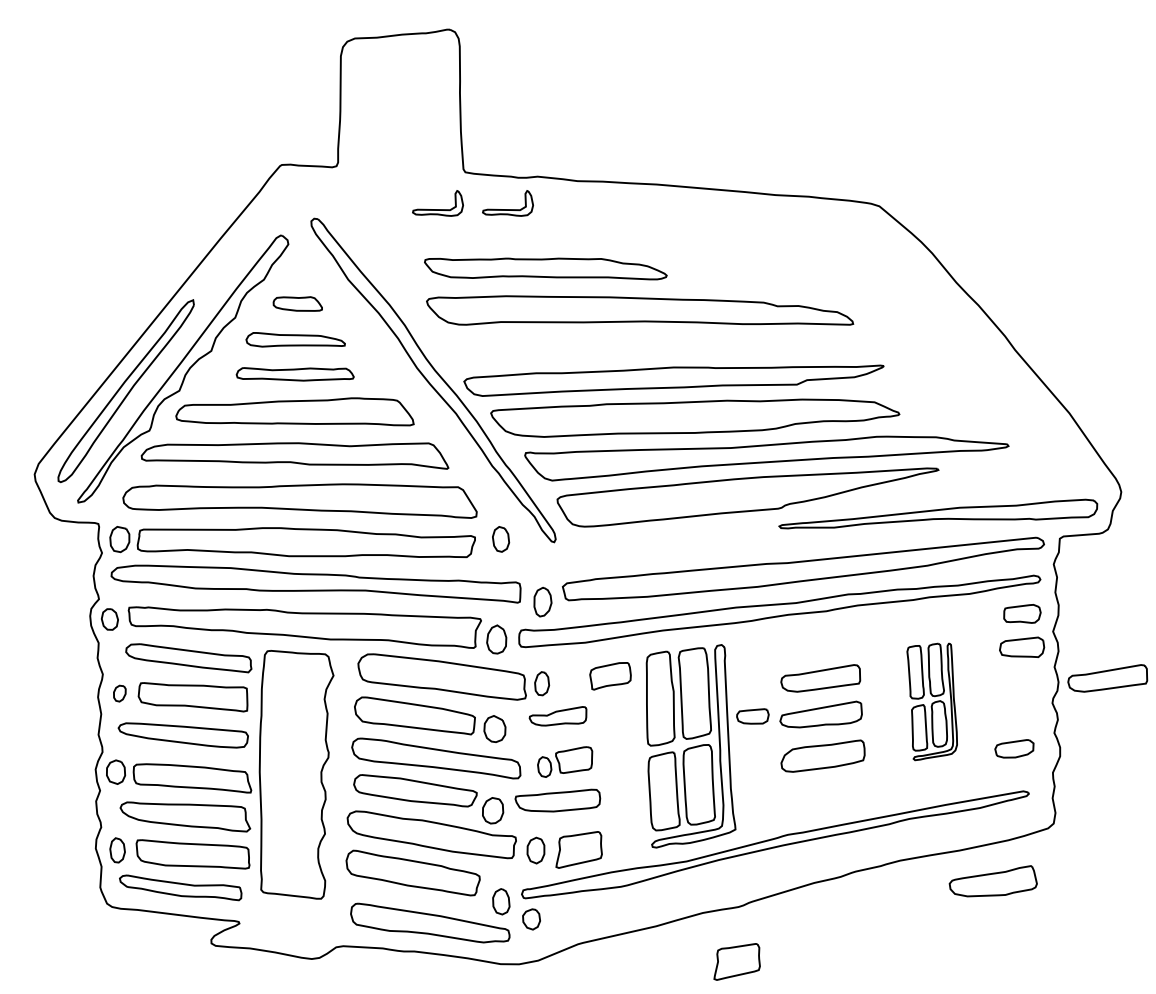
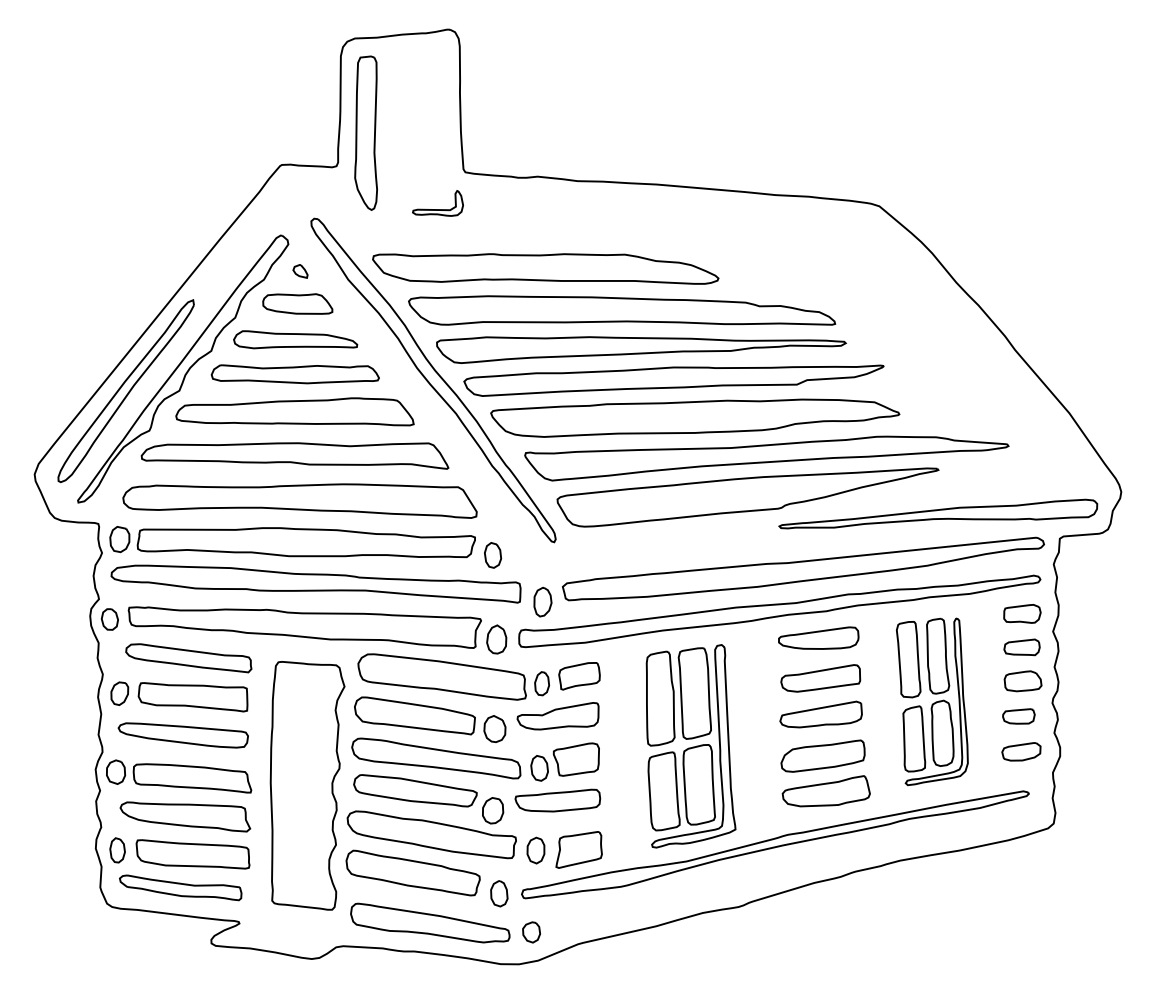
part at (365, 132): none -> present
part at (507, 203): present -> none
part at (545, 268) size: 244x24 px -> 348x32 px
part at (300, 271): none -> present
part at (297, 303) size: 51x16 px -> 72x22 px
part at (640, 310) position: (640, 310) -> (622, 310)
part at (295, 339) size: 101x16 px -> 126x20 px
part at (641, 349): none -> present
part at (294, 374) size: 120x15 px -> 170x21 px
part at (501, 539) position: (501, 539) -> (493, 555)
part at (818, 637): none -> present
part at (1022, 646) size: 47x22 px -> 38x19 px
part at (610, 676) position: (610, 676) -> (579, 676)
part at (1107, 678): present -> none
part at (1022, 681): none -> present
part at (119, 693) size: 14x19 px -> 20x25 px
part at (931, 701) size: 52x120 px -> 74x170 px
part at (557, 716) size: 60x21 px -> 84x29 px
part at (752, 716) position: (752, 716) -> (1018, 716)
part at (1014, 748) position: (1014, 748) -> (1021, 751)
part at (565, 761) size: 57x32 px -> 70x40 px
part at (296, 774) position: (296, 774) -> (307, 785)
part at (992, 881) position: (992, 881) -> (825, 791)
part at (501, 901) position: (501, 901) -> (499, 893)
part at (531, 919) position: (531, 919) -> (531, 932)
part at (736, 961): present -> none
